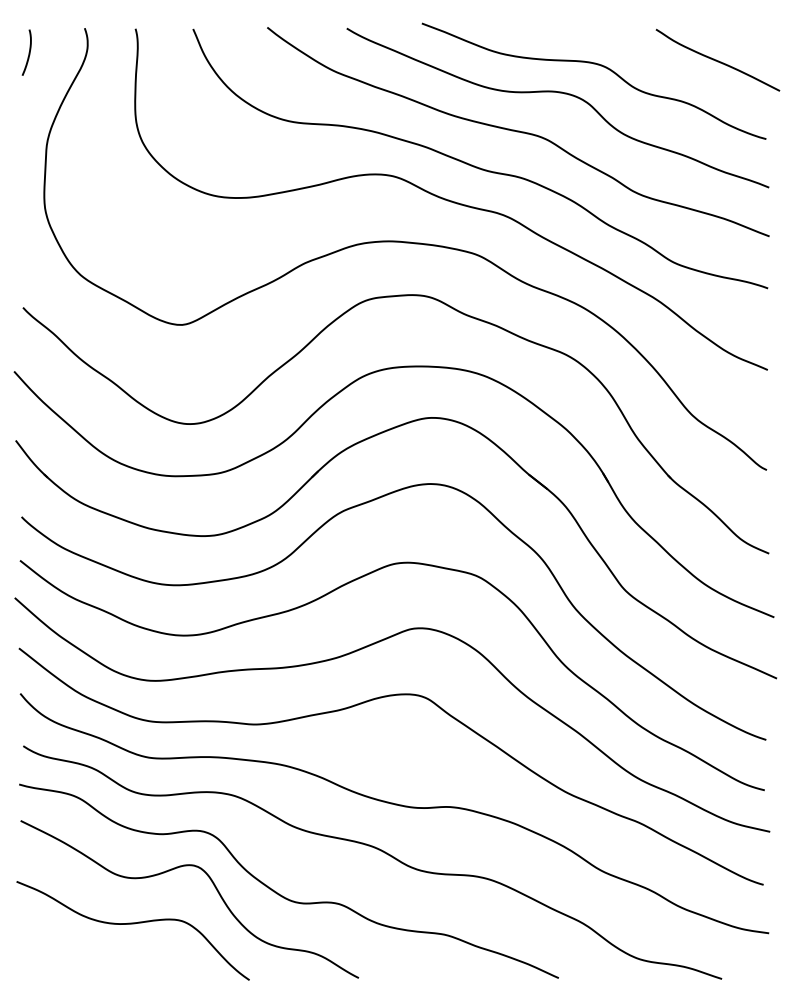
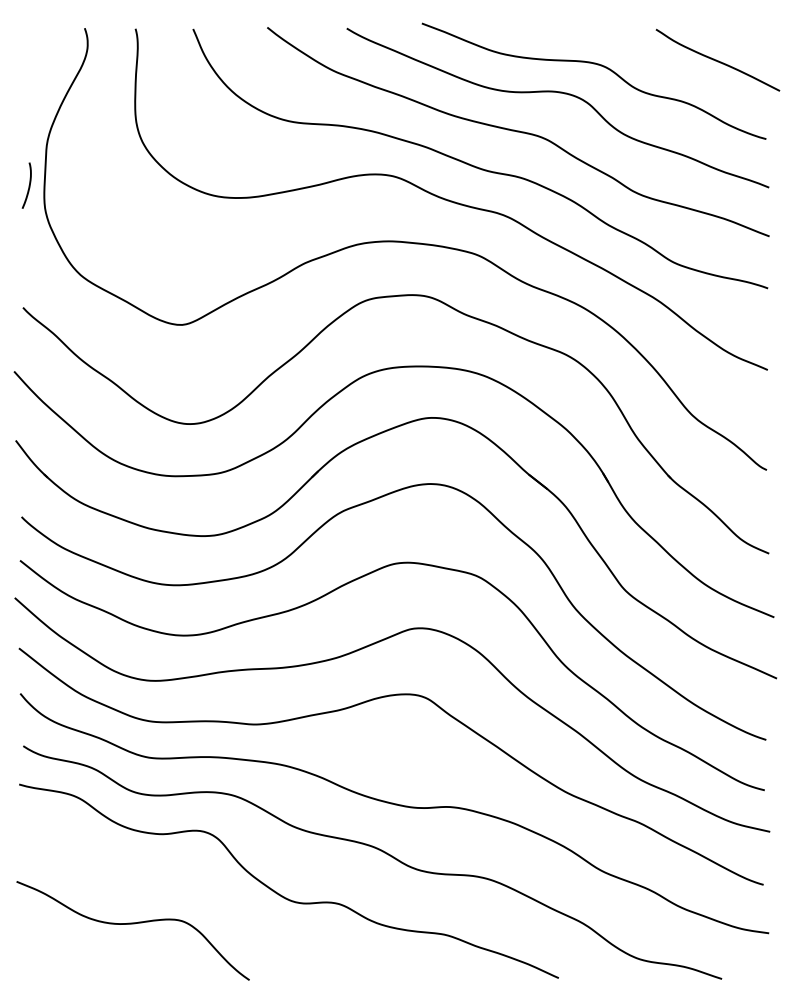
curve at (28, 52) position: (28, 52) -> (28, 185)
curve at (214, 887): present -> none
